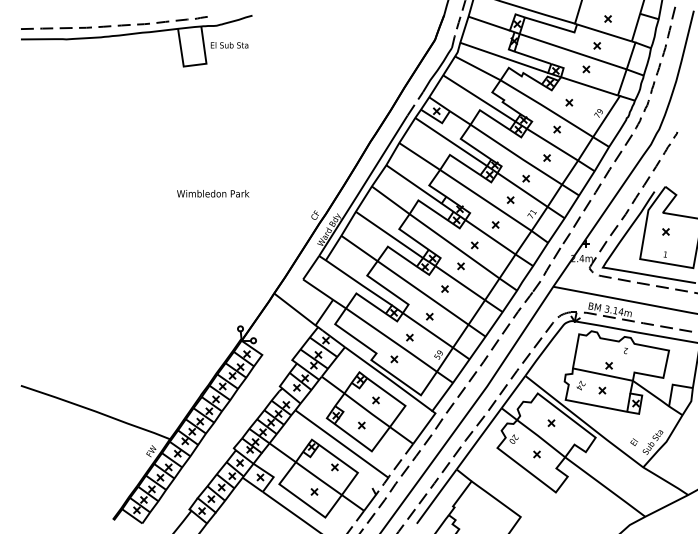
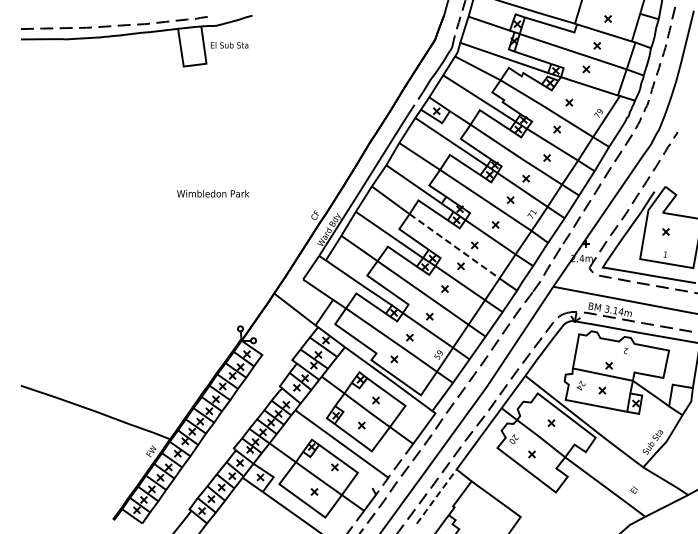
line at (455, 246): solid -> dashed
text at (633, 441) position: (633, 441) -> (633, 489)
part at (536, 454) position: (536, 454) -> (531, 454)
line at (437, 495): solid -> dashed
